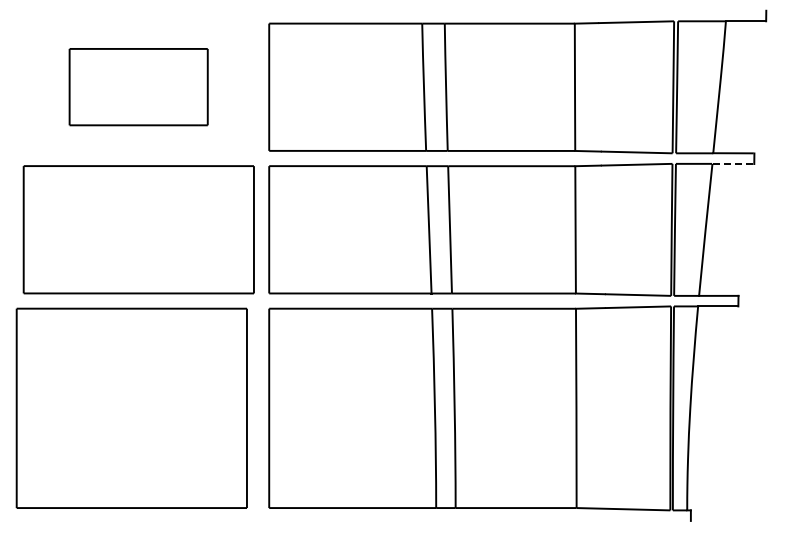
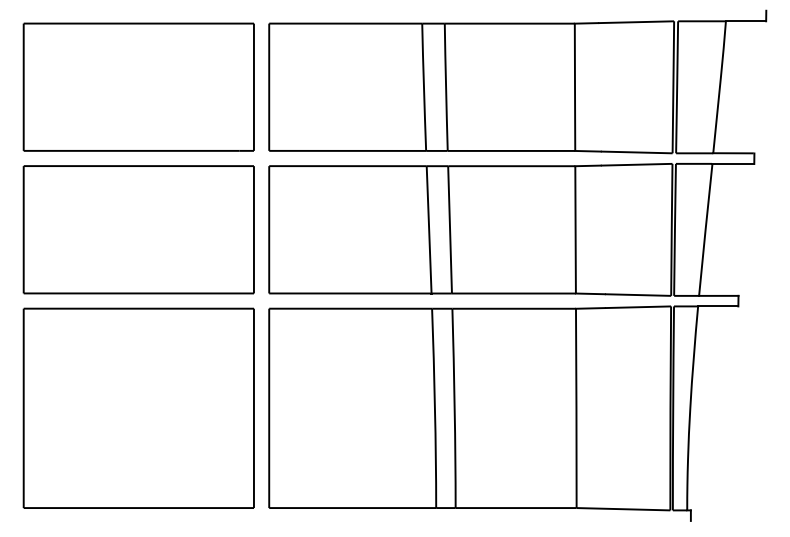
part at (138, 87) size: 141x79 px -> 233x130 px
line at (731, 163): dashed -> solid
part at (131, 407) position: (131, 407) -> (138, 407)
